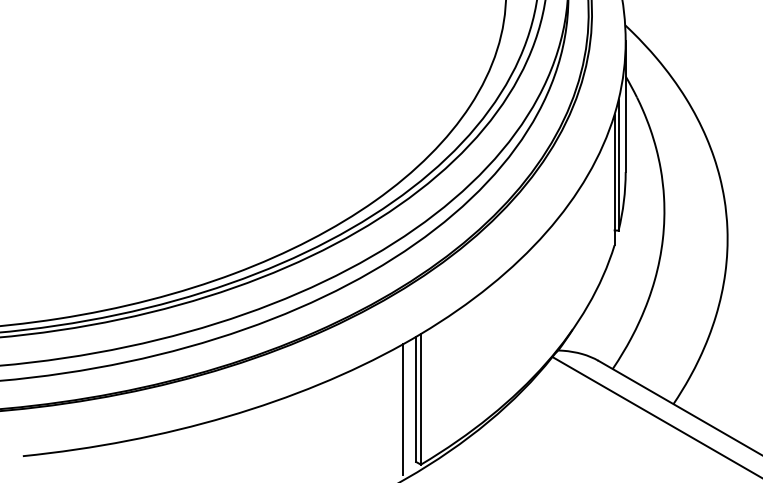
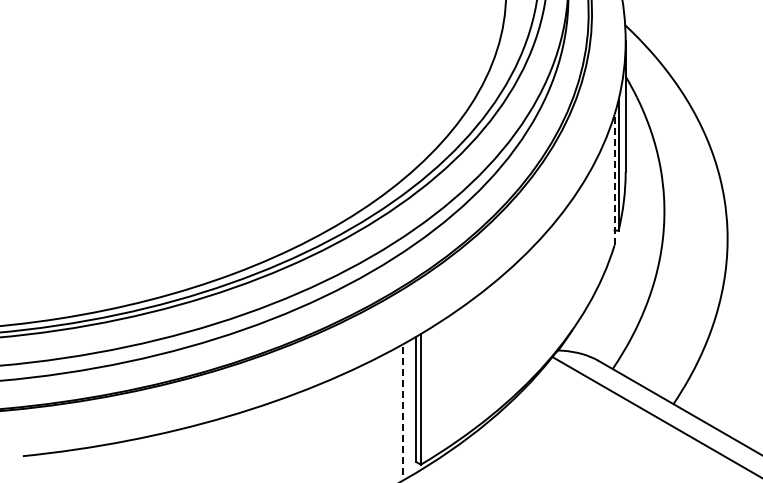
line at (614, 179): solid -> dashed
line at (402, 409): solid -> dashed
